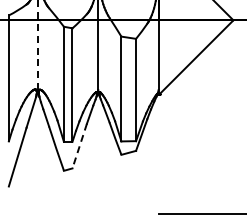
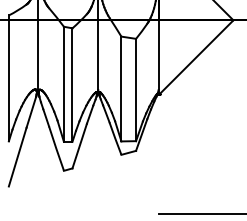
line at (37, 45): dashed -> solid
line at (79, 146): dashed -> solid
